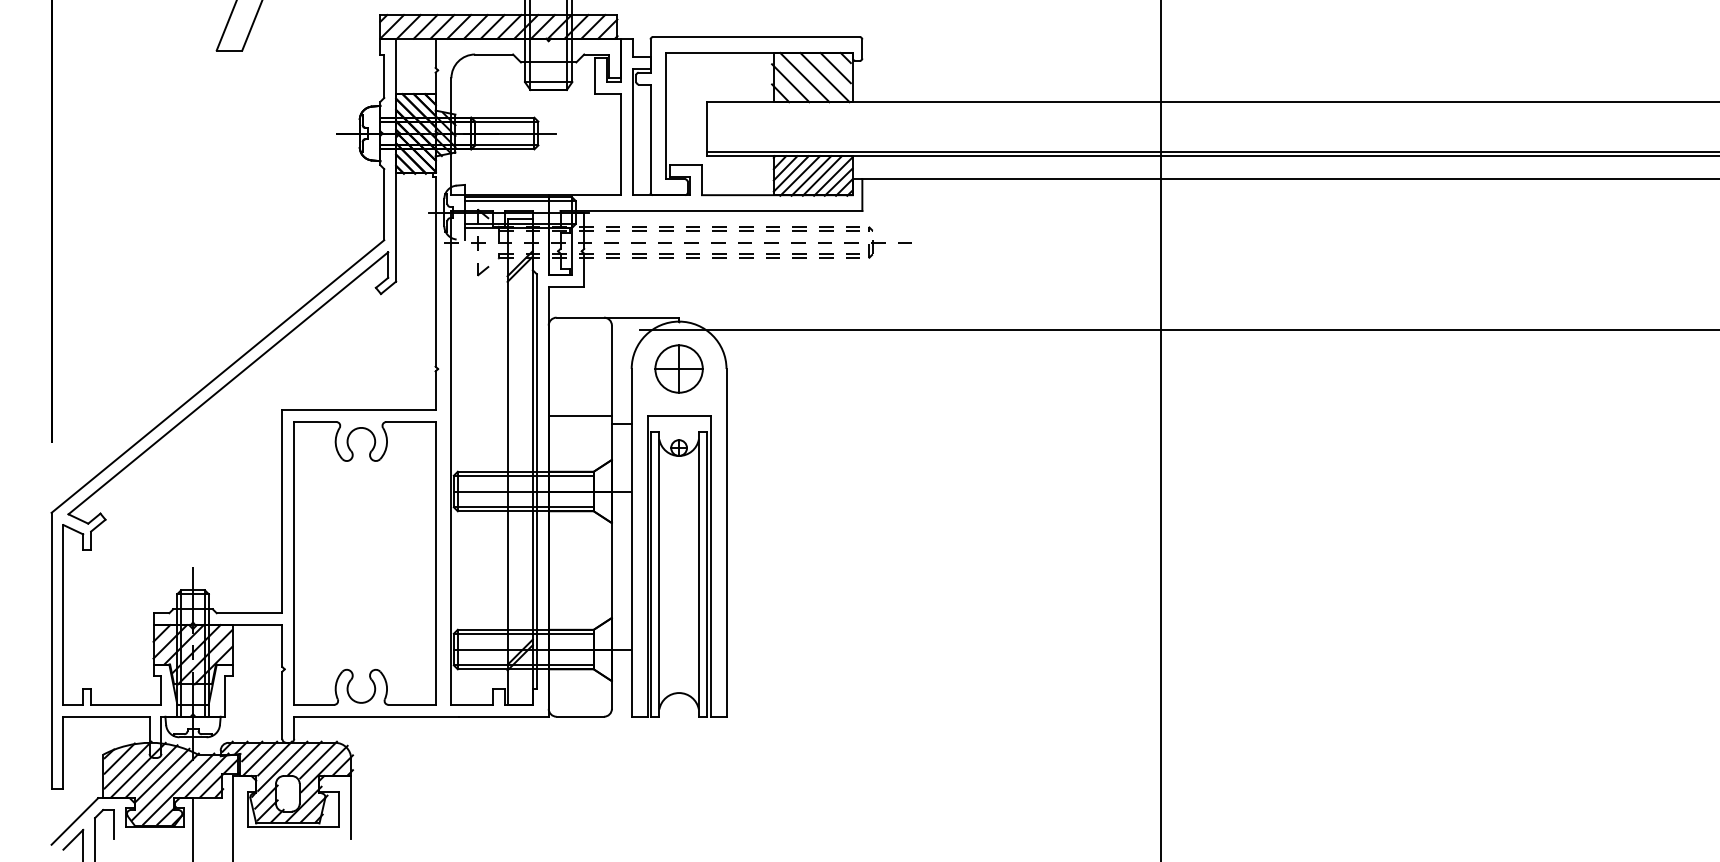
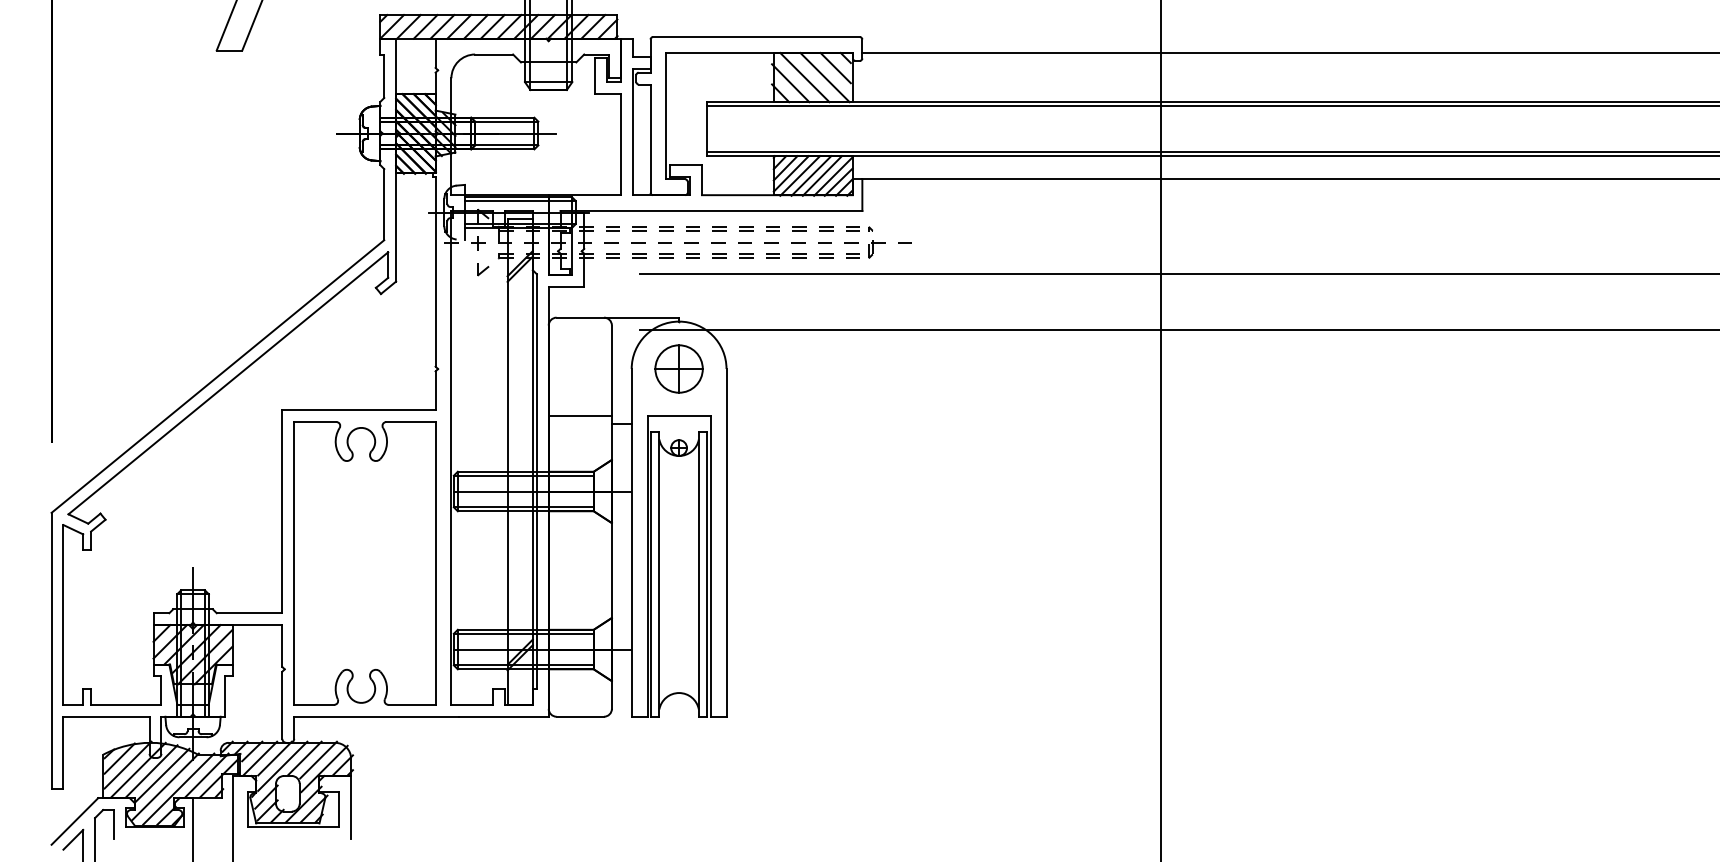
line at (1289, 52): none -> present
line at (1211, 105): none -> present
line at (1178, 274): none -> present
